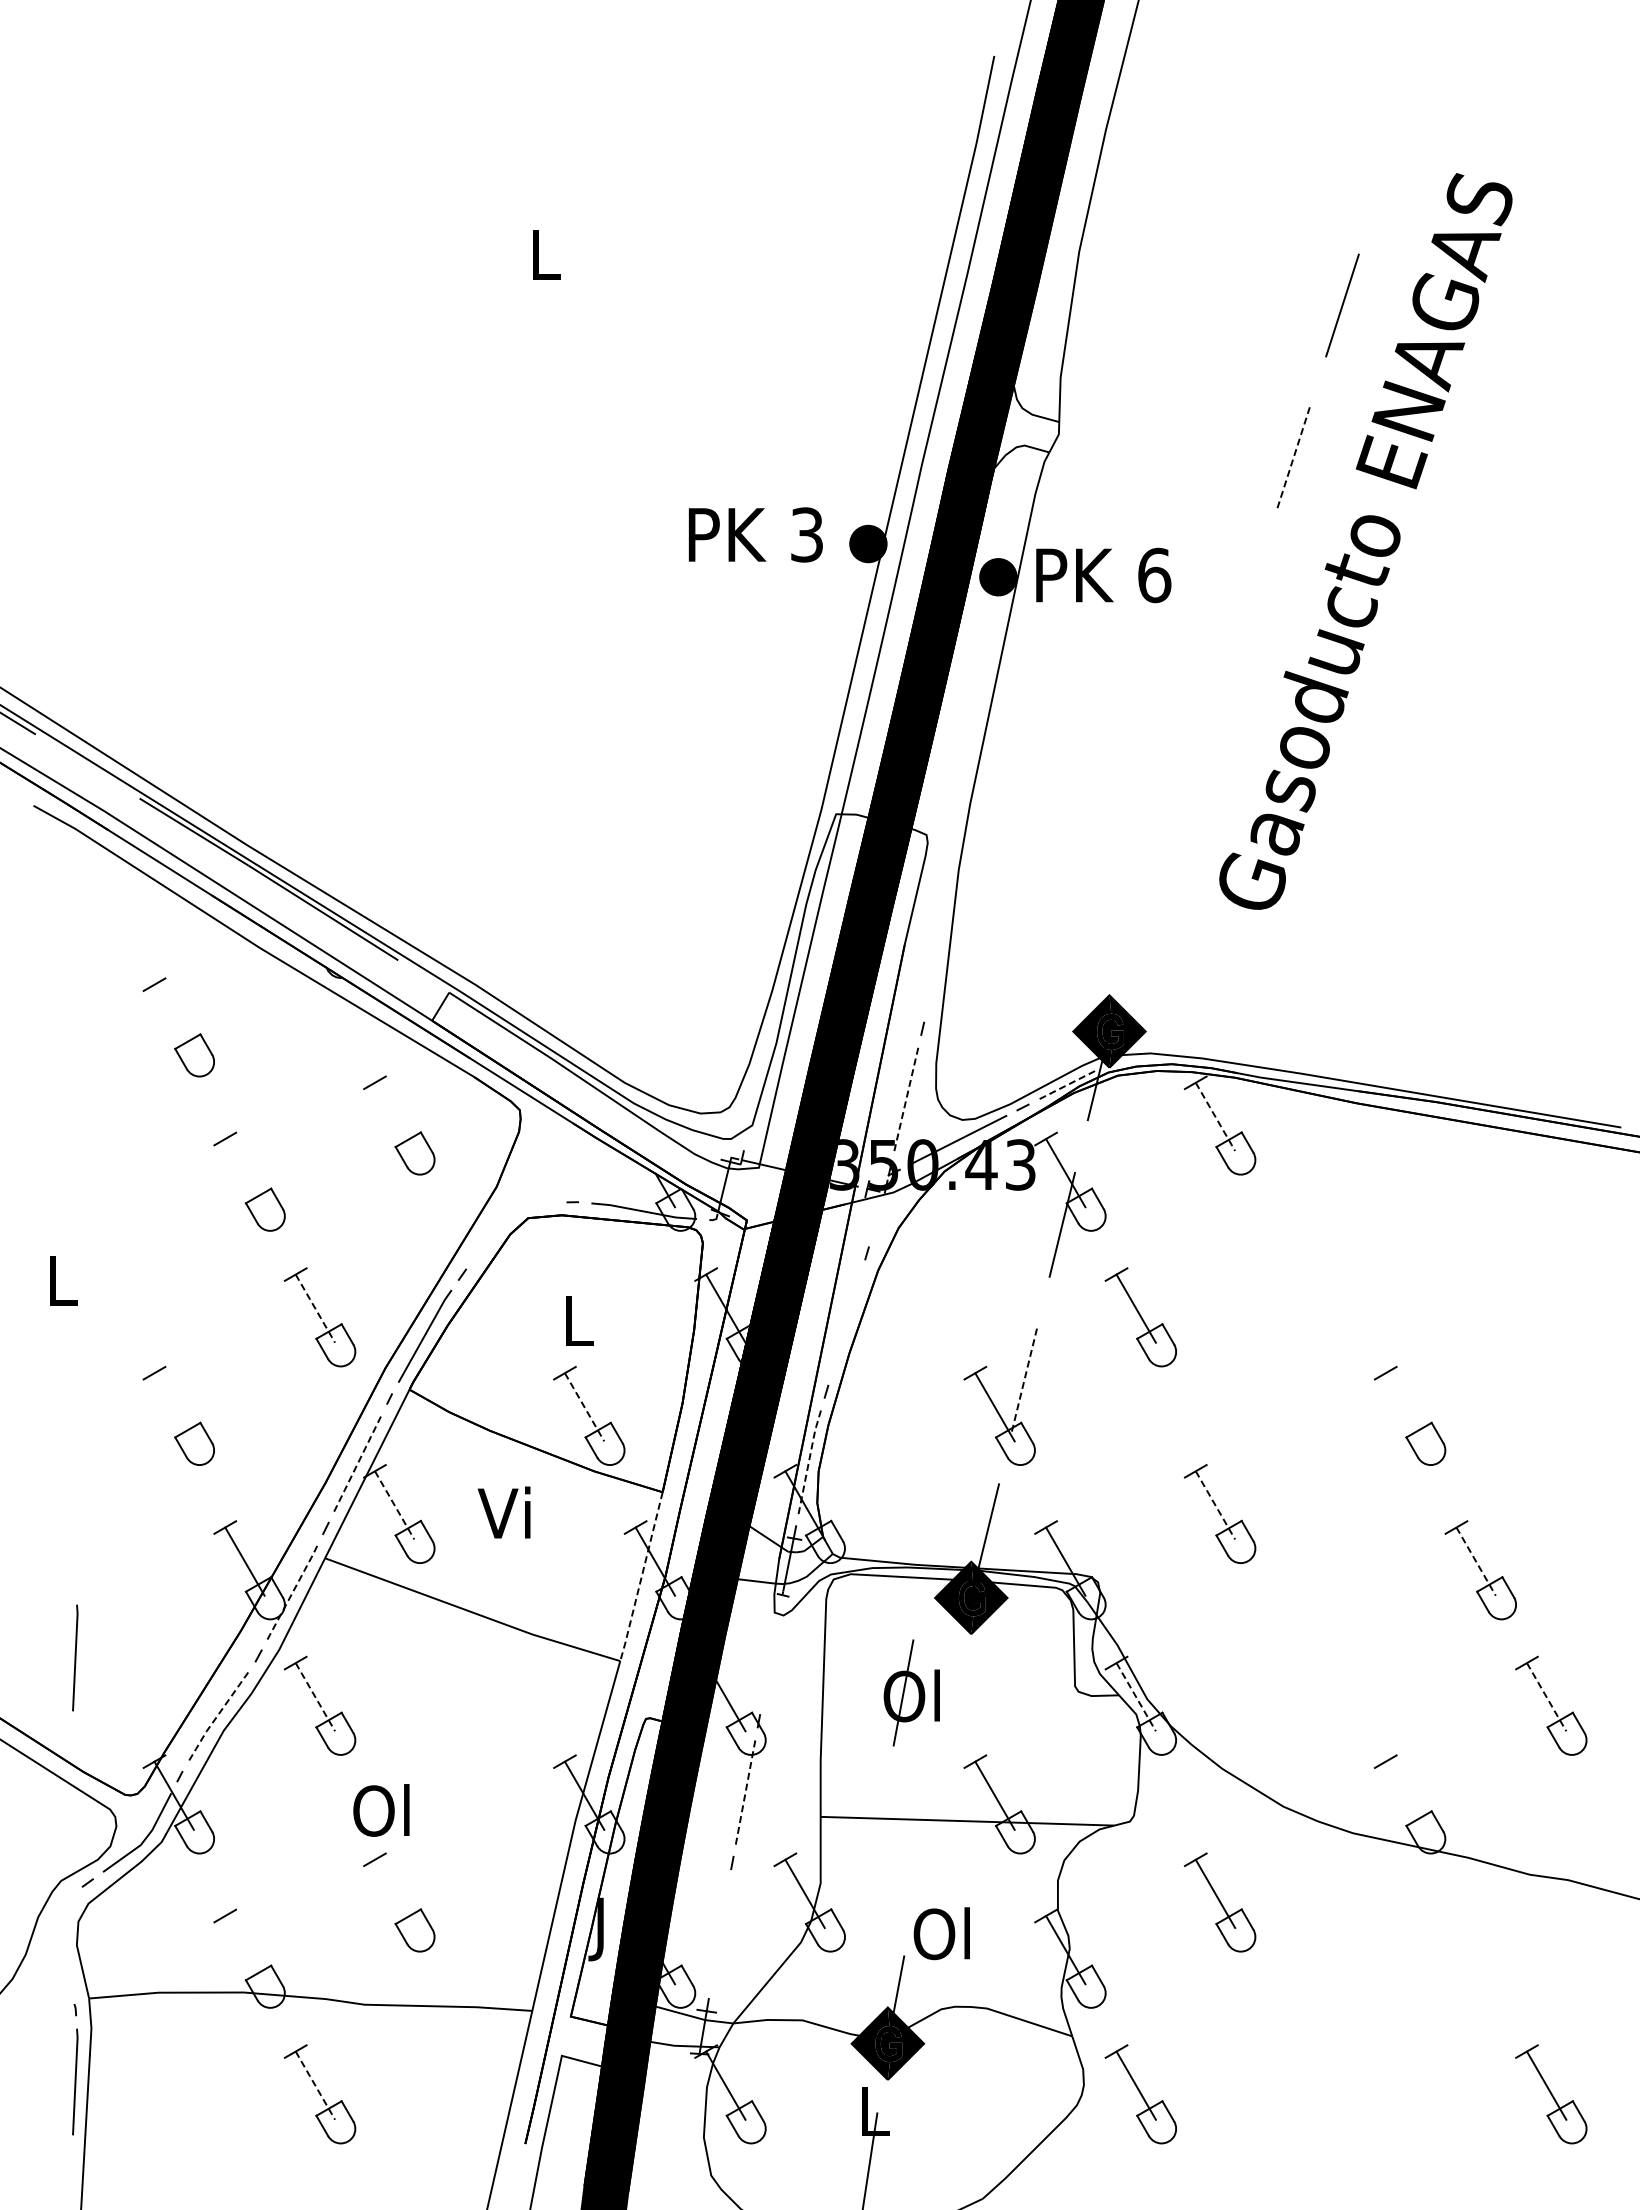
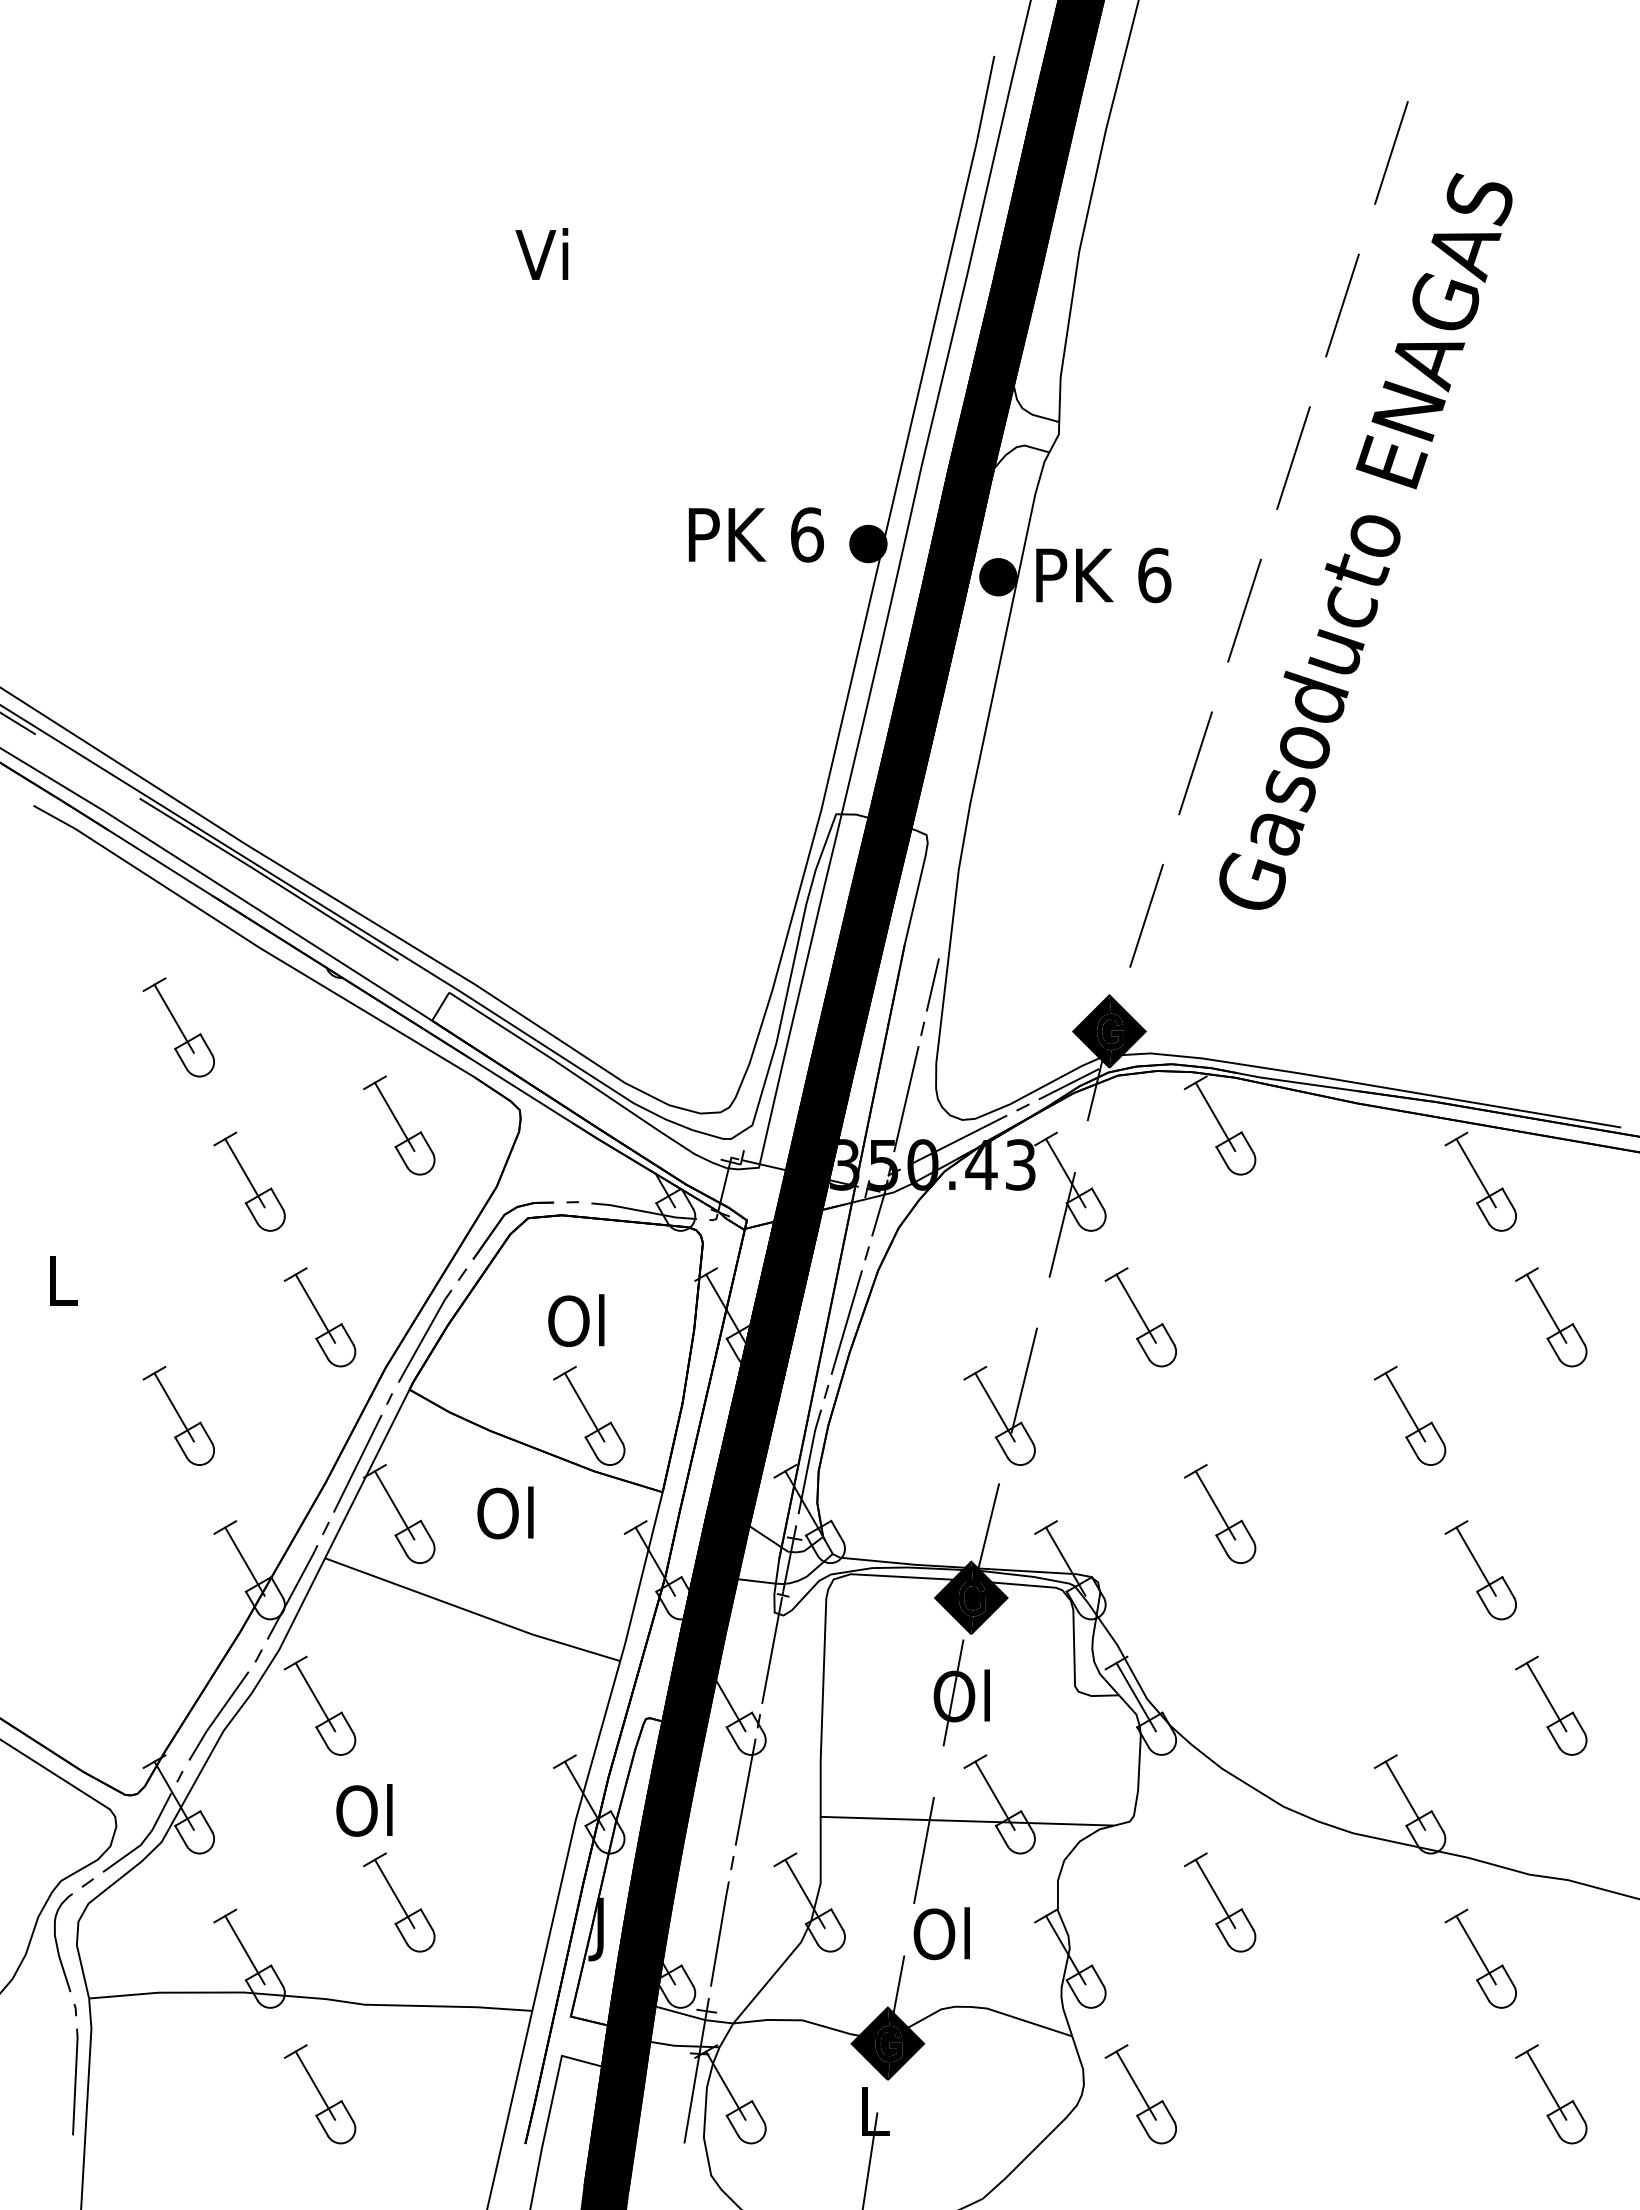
line at (1391, 152): none -> present
text at (541, 253): L -> Vi
line at (1293, 458): dashed -> solid
text at (807, 534): 3 -> 6
line at (1244, 610): none -> present
line at (1195, 763): none -> present
line at (1146, 915): none -> present
line at (932, 984): none -> present
line at (173, 1018): none -> present
line at (1069, 1084): dashed -> solid
line at (906, 1098): dashed -> solid
line at (394, 1116): none -> present
line at (1215, 1117): dashed -> solid
line at (244, 1173): none -> present
part at (1480, 1181): none -> present
line at (878, 1213): none -> present
part at (501, 1221): none -> present
line at (315, 1309): dashed -> solid
part at (1551, 1317): none -> present
text at (576, 1320): L -> Ol
line at (846, 1322): none -> present
line at (1024, 1381): dashed -> solid
line at (173, 1407): none -> present
line at (584, 1407): dashed -> solid
line at (1405, 1407): none -> present
line at (809, 1460): dashed -> solid
line at (357, 1463): dashed -> solid
line at (394, 1505): dashed -> solid
line at (1215, 1505): dashed -> solid
text at (505, 1512): Vi -> Ol
line at (1476, 1562): dashed -> solid
line at (641, 1577): dashed -> solid
line at (293, 1591): dashed -> solid
line at (772, 1649): none -> present
line at (75, 1657): present -> none
part at (911, 1692) position: (911, 1692) -> (961, 1692)
line at (315, 1697): dashed -> solid
line at (1136, 1697): dashed -> solid
line at (1546, 1697): dashed -> solid
line at (217, 1715): dashed -> solid
line at (745, 1791): dashed -> solid
line at (1405, 1795): none -> present
text at (381, 1810) position: (381, 1810) -> (364, 1810)
line at (923, 1849): none -> present
line at (394, 1893): none -> present
line at (719, 1933): none -> present
curve at (57, 1942): none -> present
line at (244, 1950): none -> present
part at (1480, 1958): none -> present
line at (315, 2086): dashed -> solid
line at (691, 2097): none -> present
